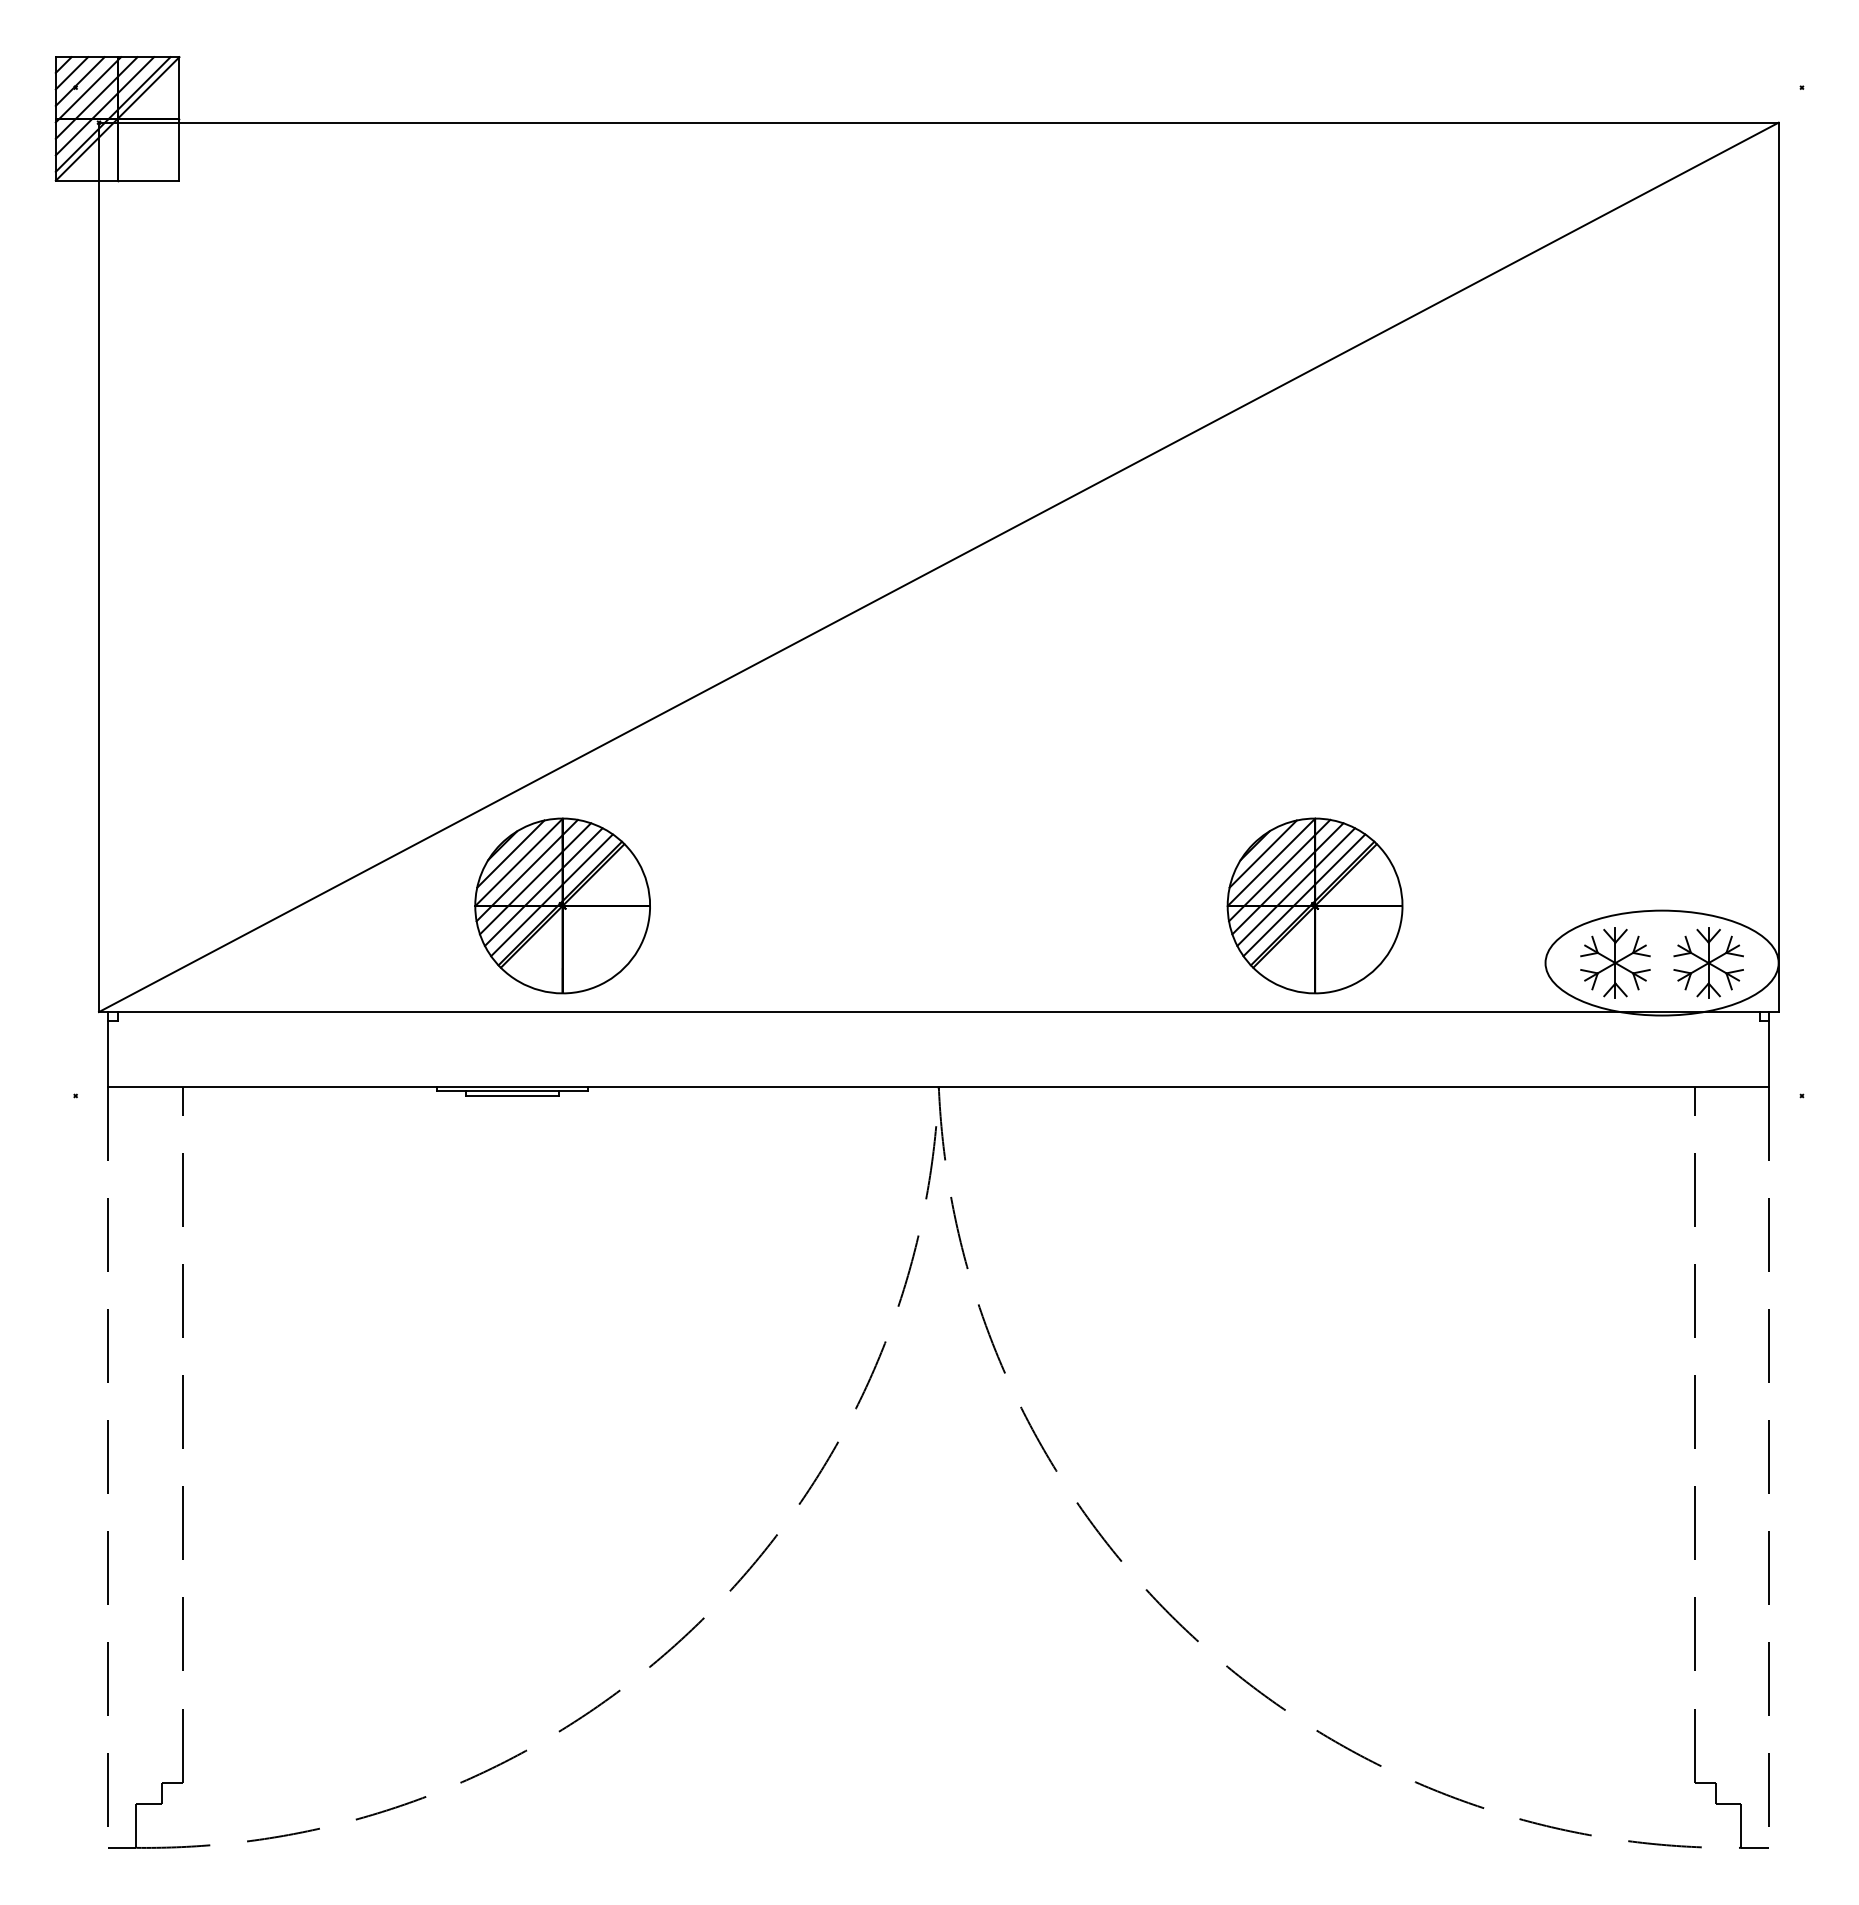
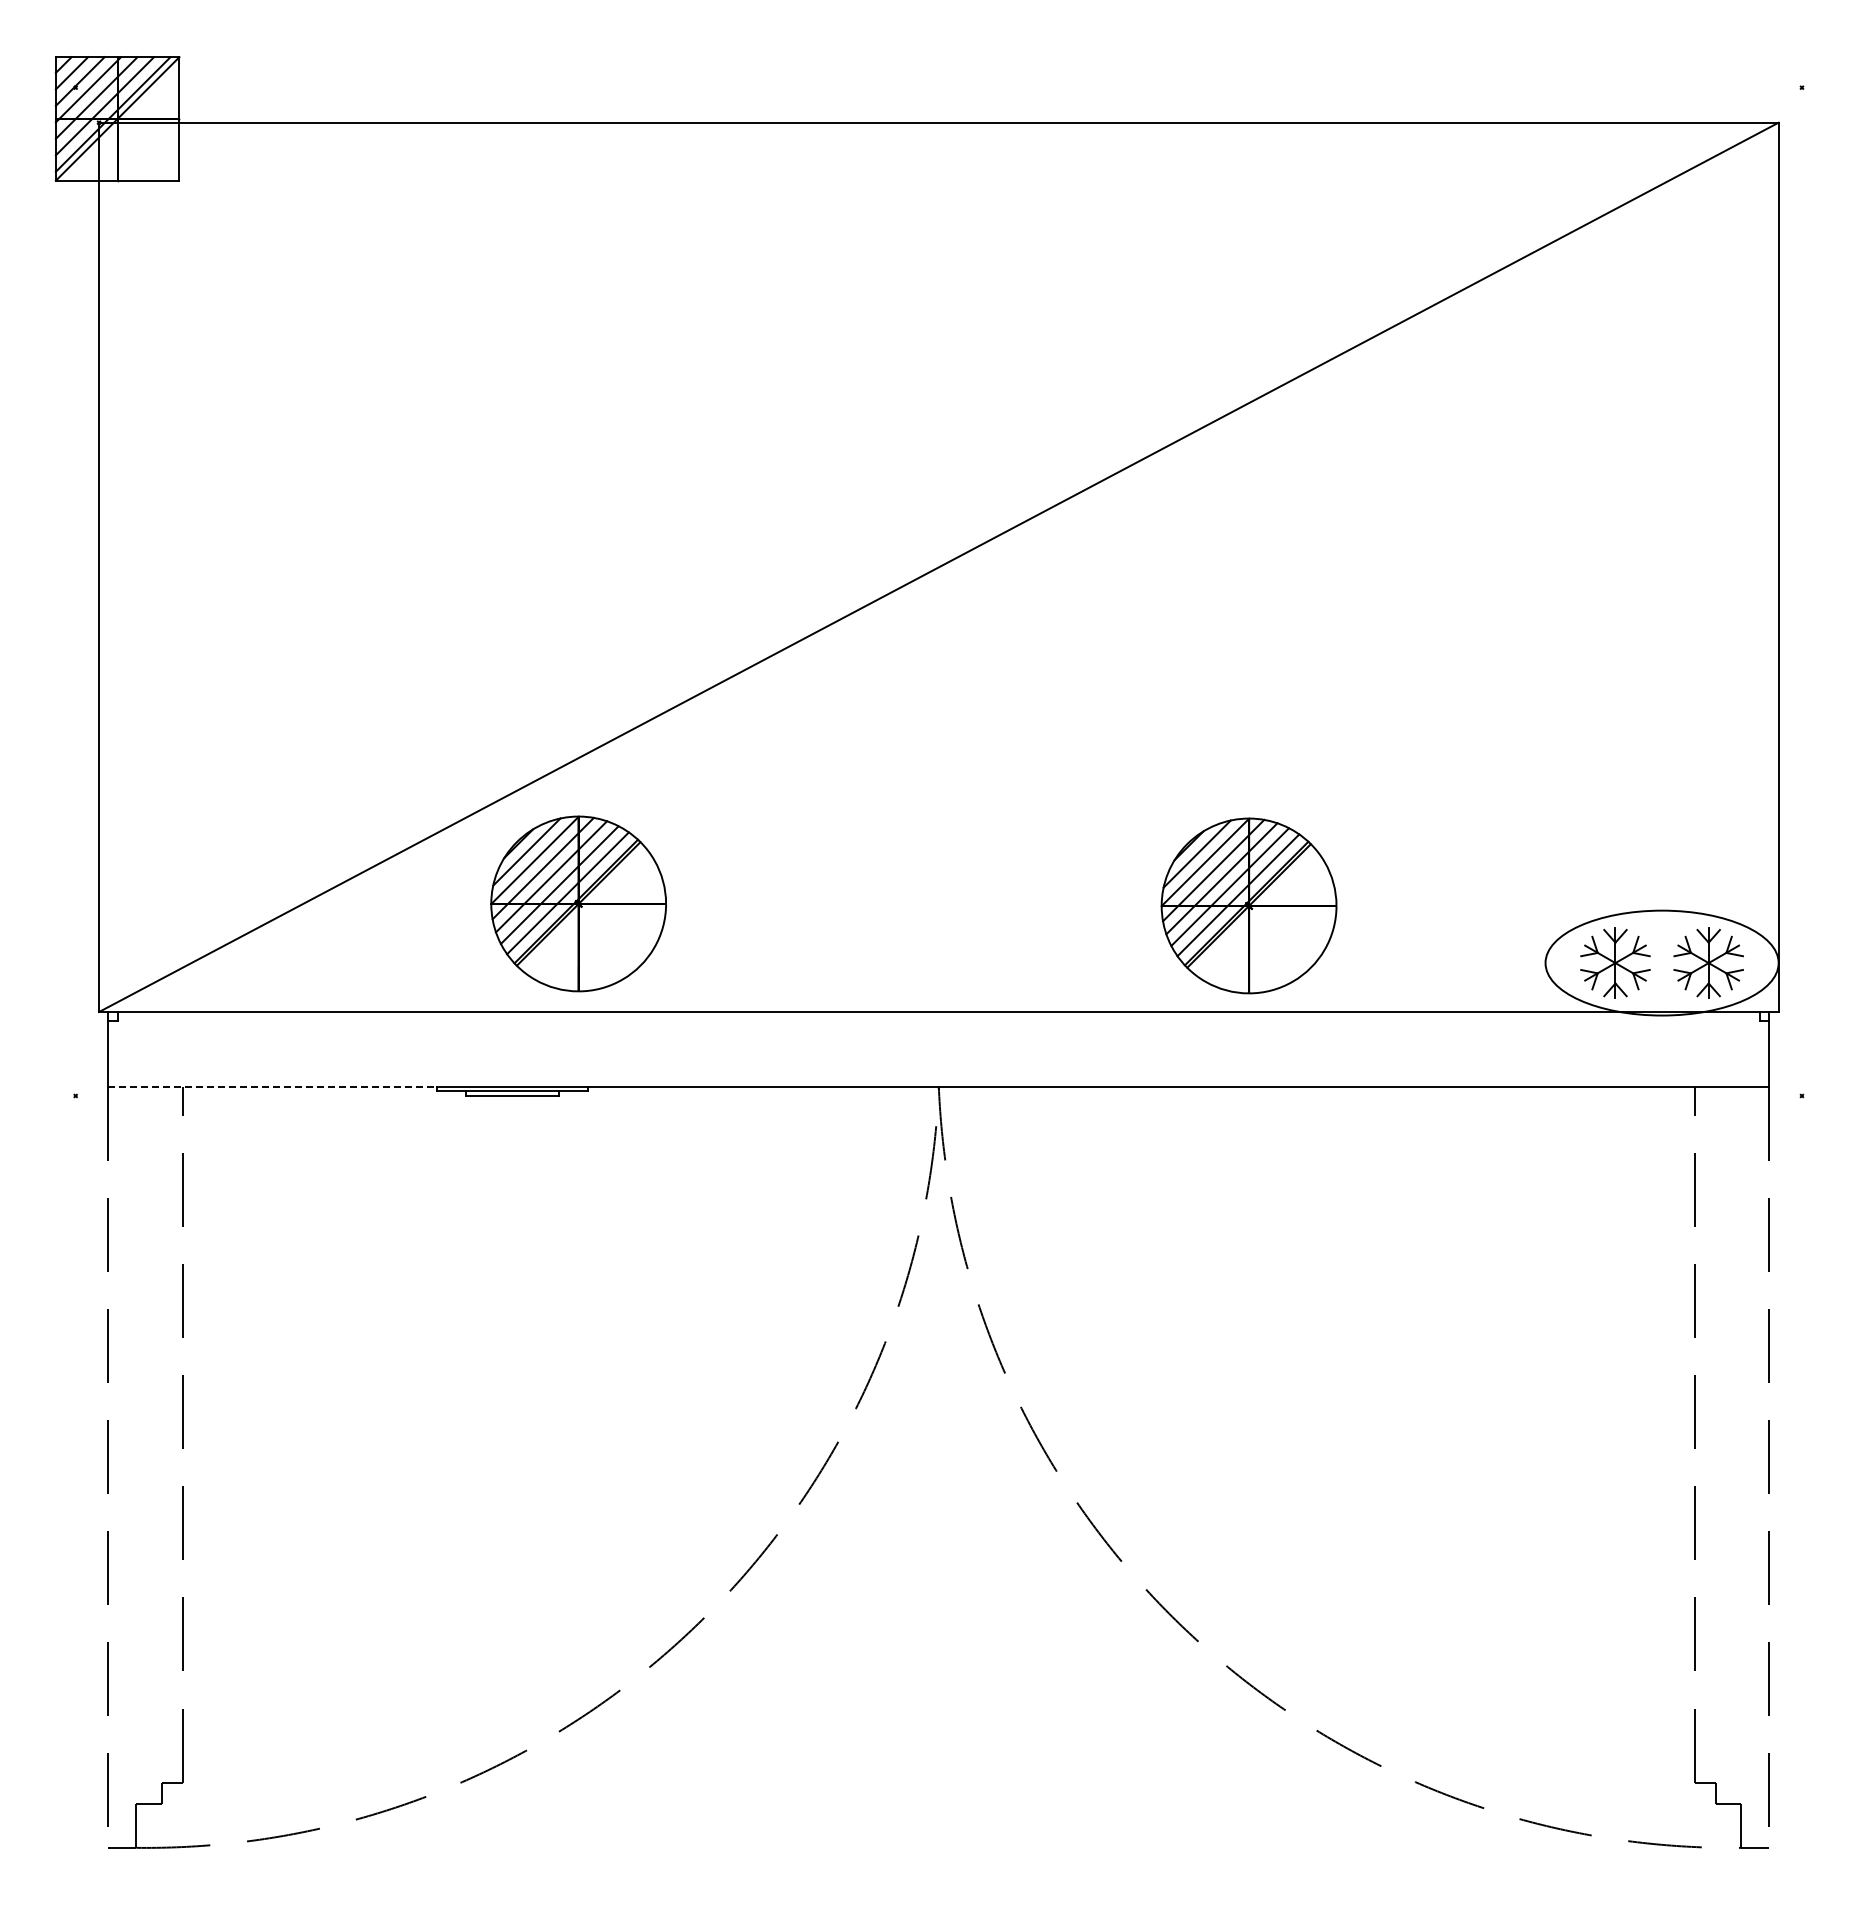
part at (562, 905) position: (562, 905) -> (578, 903)
part at (1314, 905) position: (1314, 905) -> (1248, 905)
line at (273, 1086): solid -> dashed
